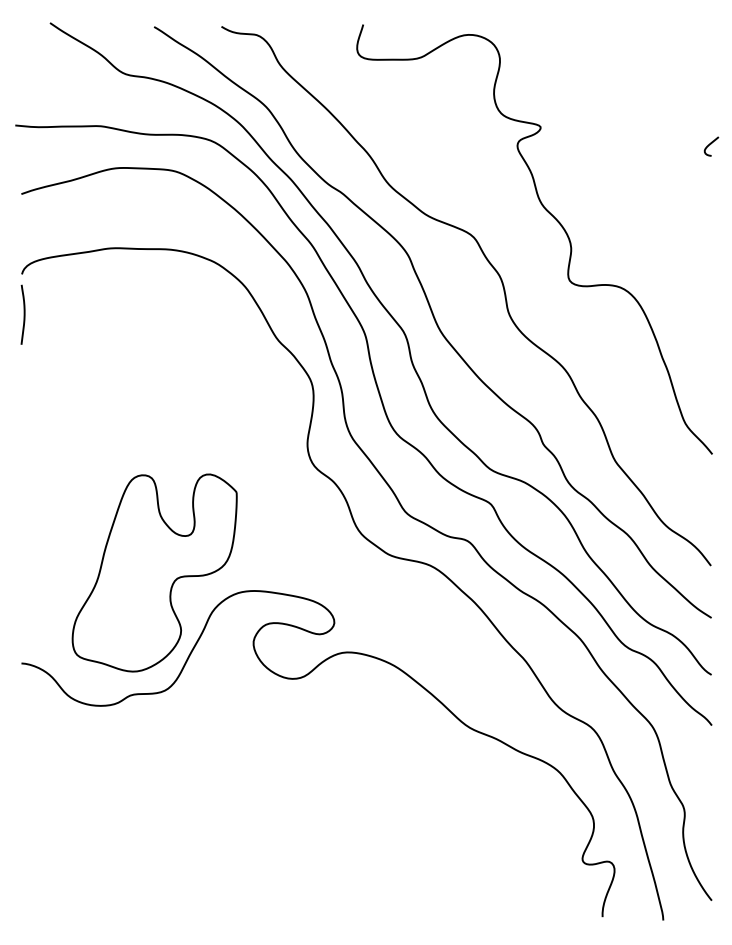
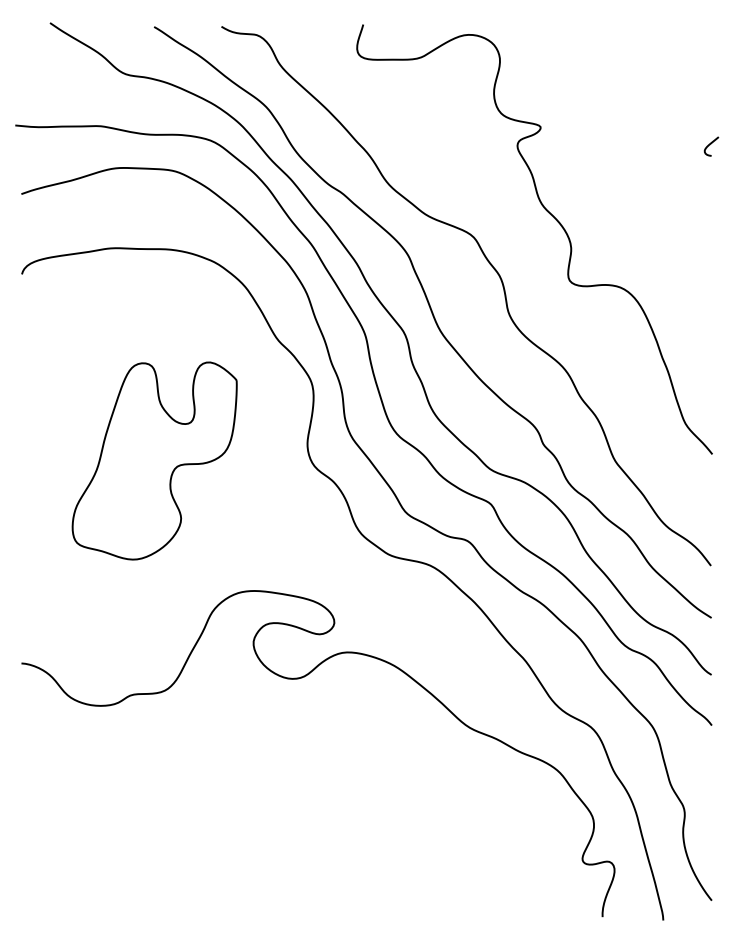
curve at (23, 314): present -> none
part at (154, 572) position: (154, 572) -> (154, 460)
